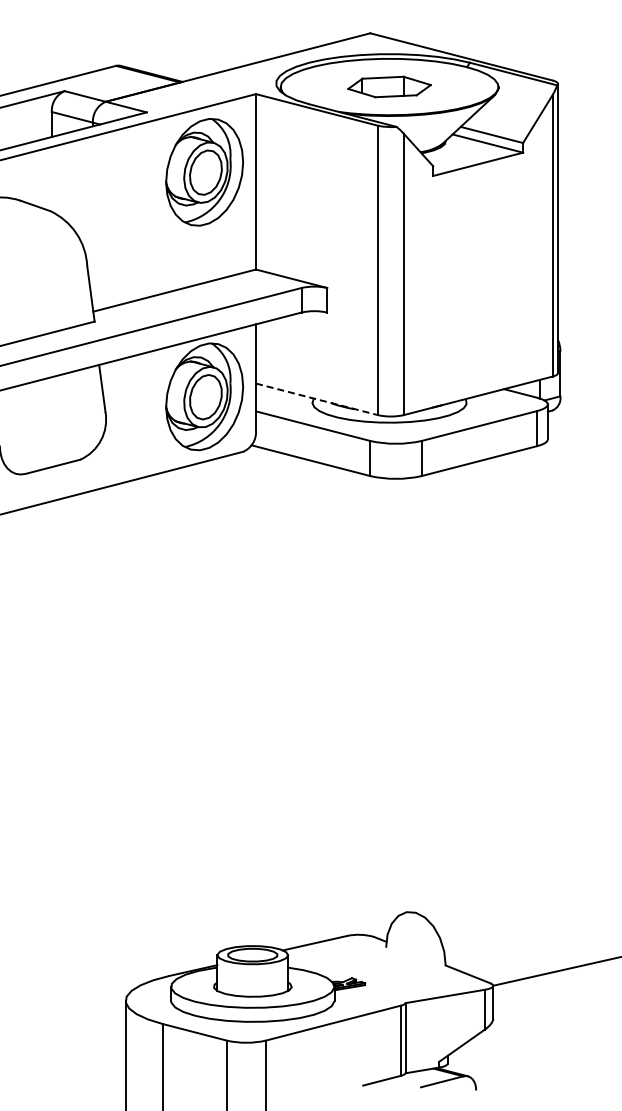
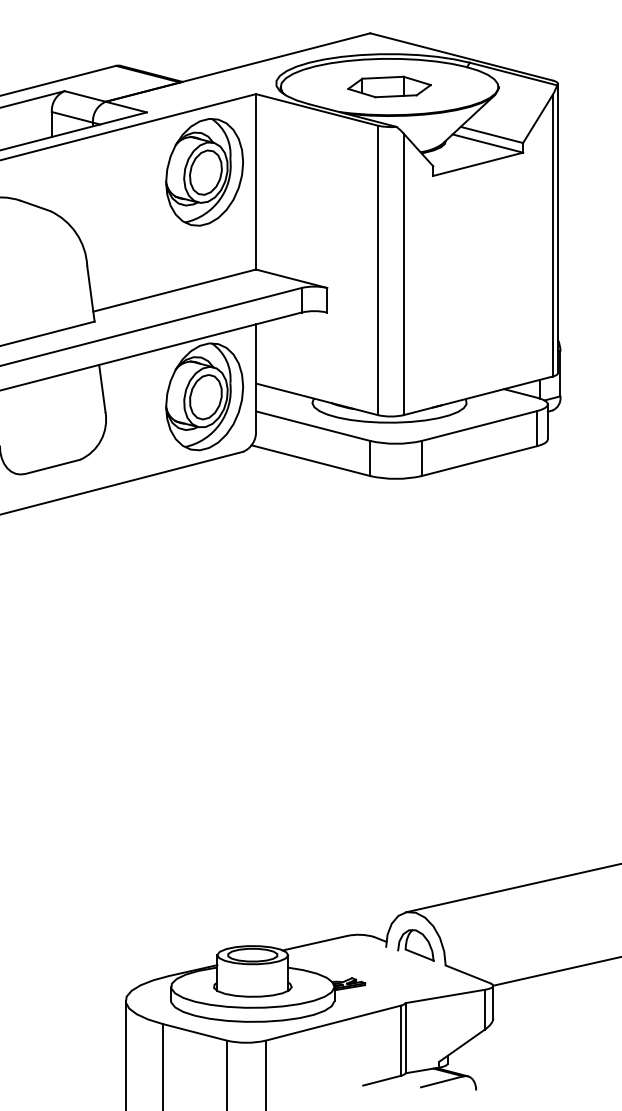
line at (317, 399): dashed -> solid
line at (511, 888): none -> present
part at (415, 945): none -> present
